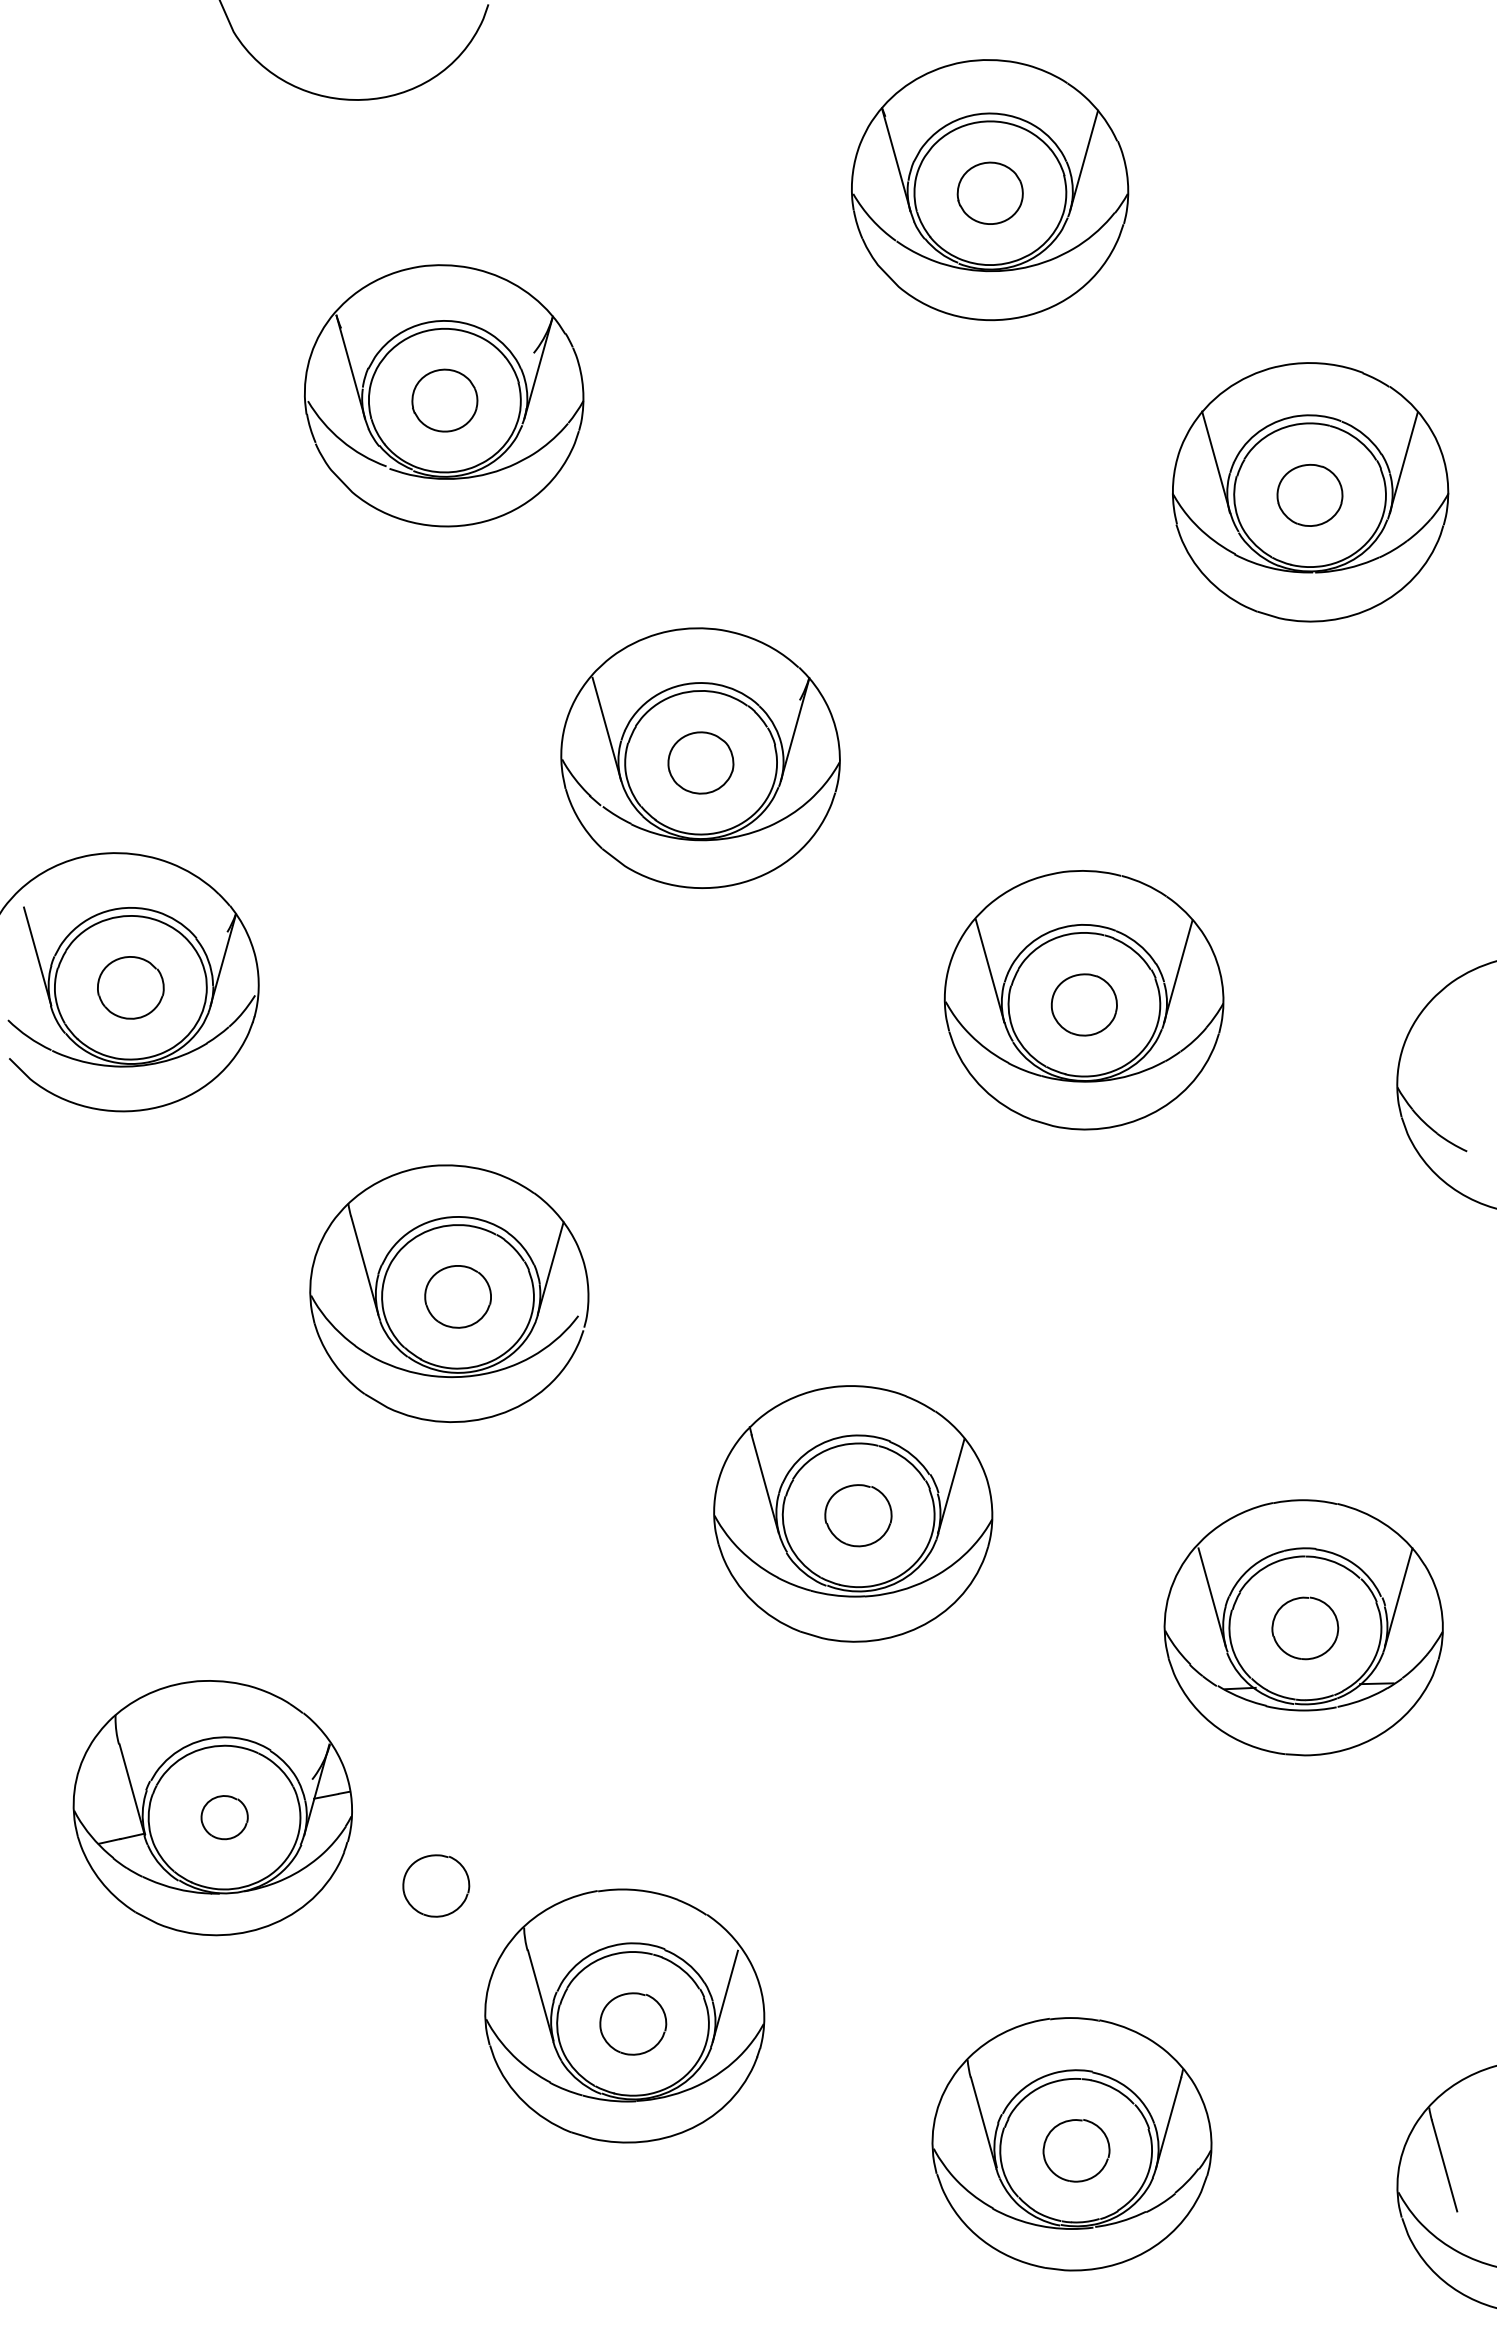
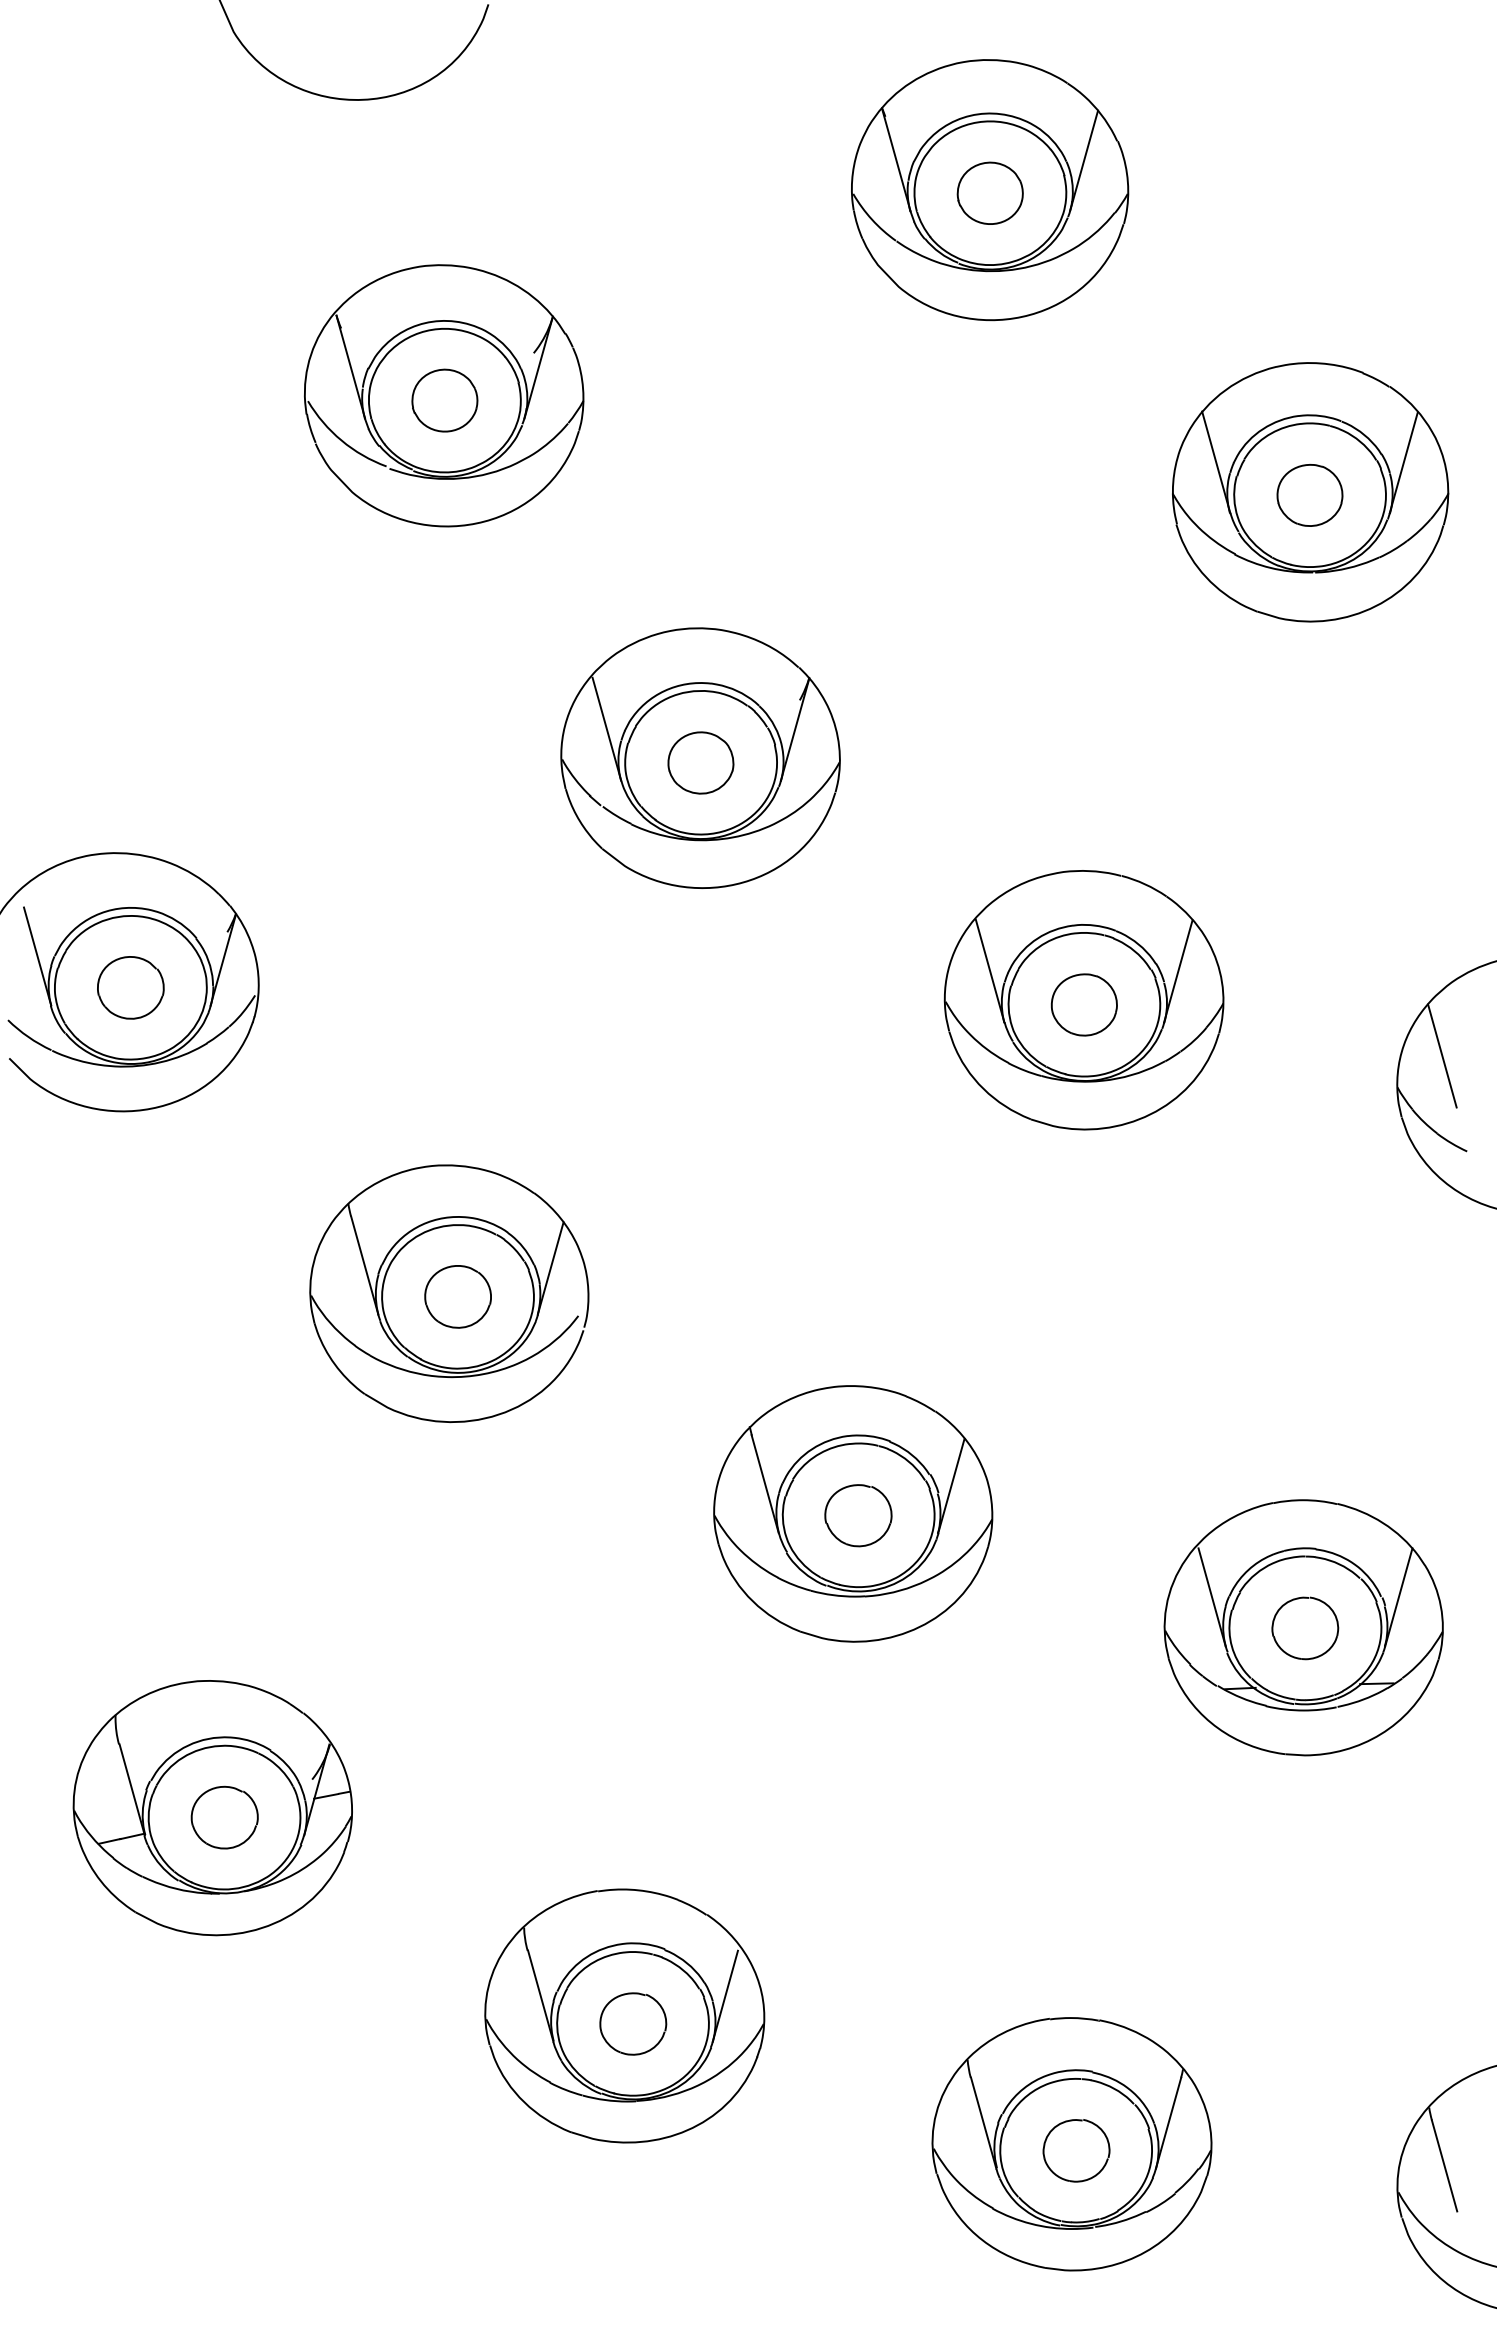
line at (1442, 1055): none -> present
part at (224, 1817) size: 49x46 px -> 69x65 px
part at (436, 1885): present -> none
